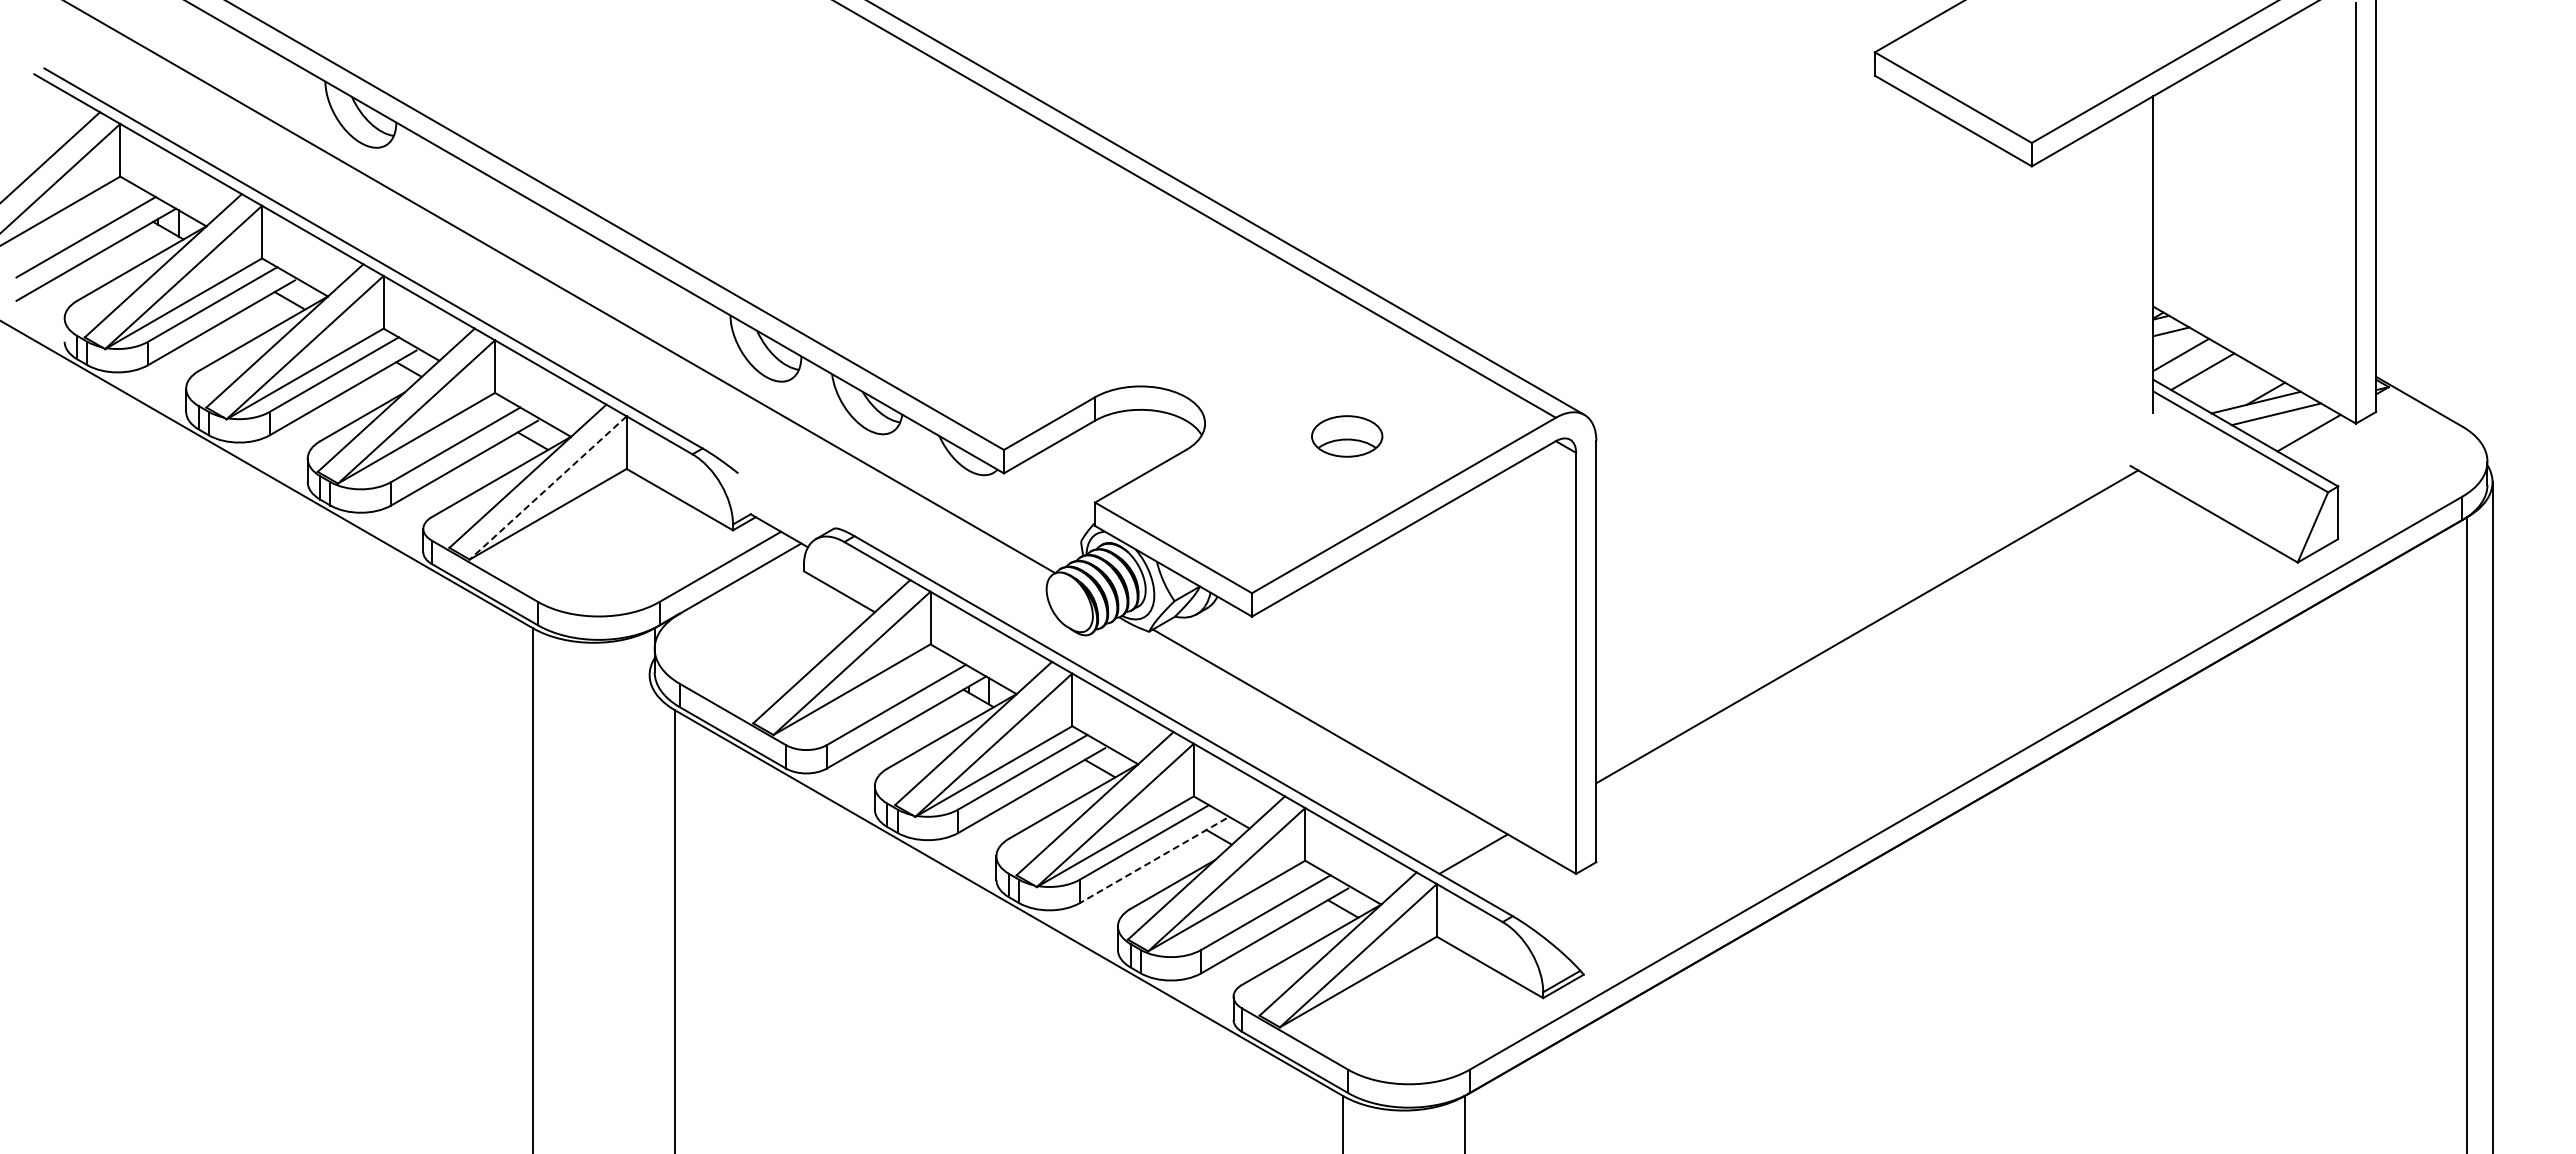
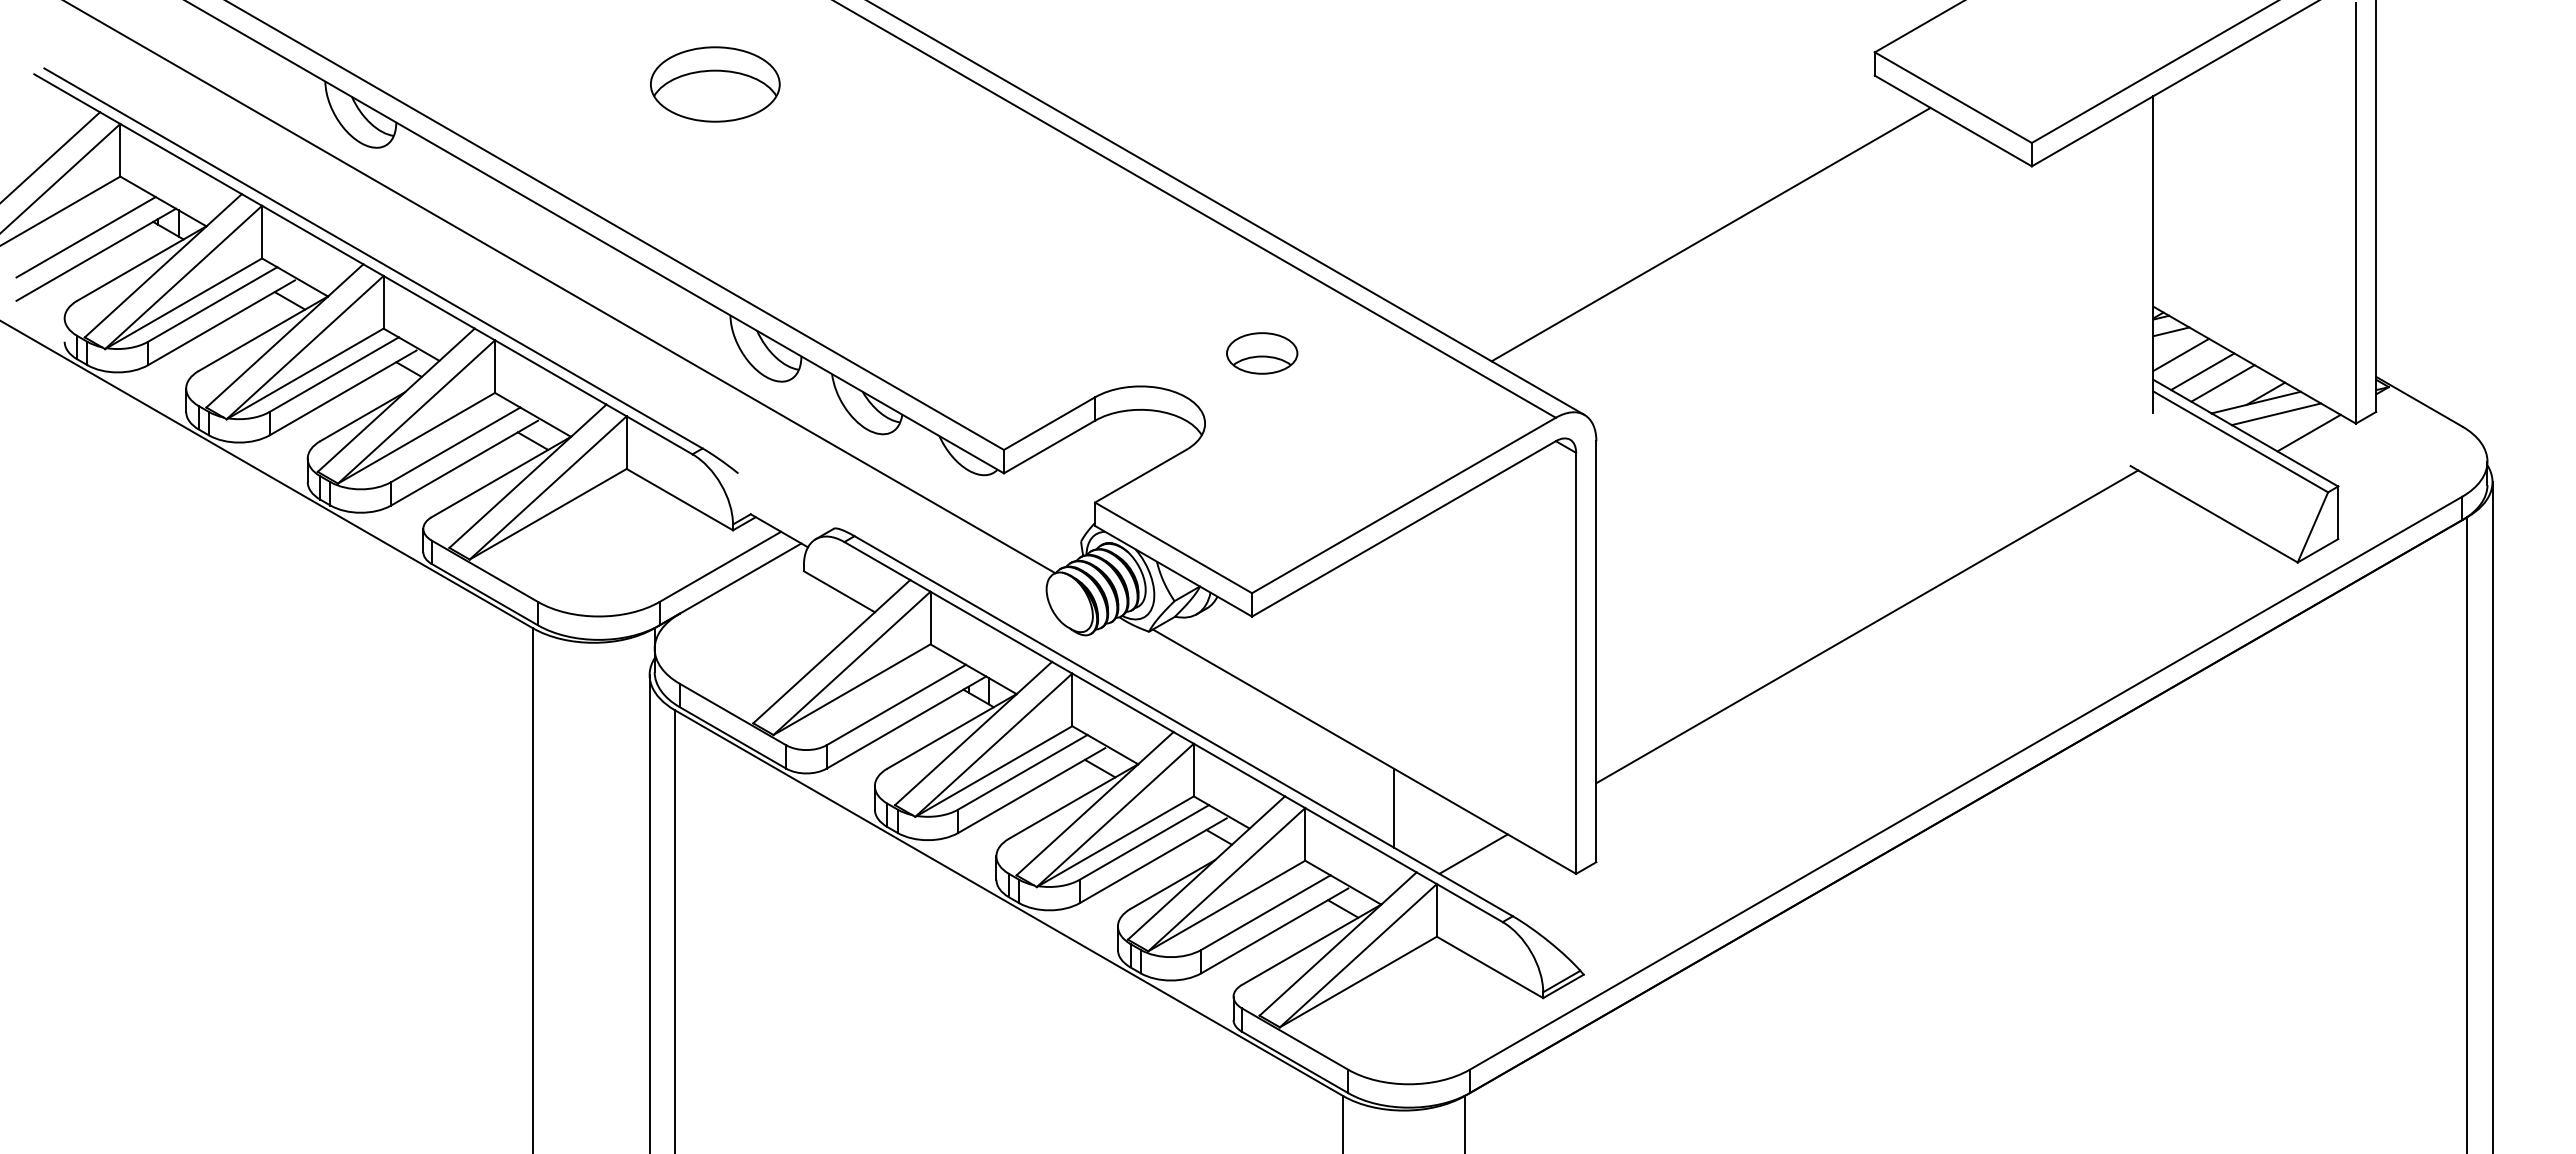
part at (715, 84): none -> present
line at (1710, 234): none -> present
line at (2222, 383): none -> present
part at (1347, 436) position: (1347, 436) -> (1262, 353)
line at (547, 488): dashed -> solid
line at (1393, 807): none -> present
line at (1153, 860): dashed -> solid
line at (649, 912): none -> present
